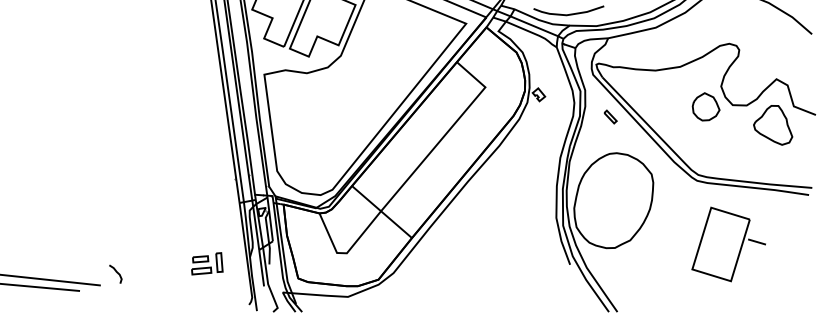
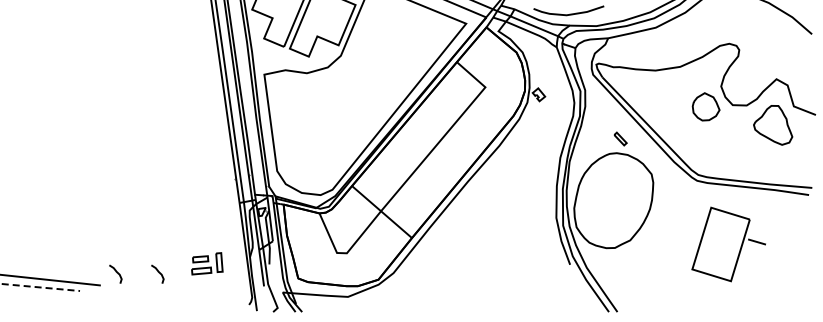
part at (610, 116) position: (610, 116) -> (620, 138)
curve at (158, 273): none -> present
line at (40, 287): solid -> dashed
